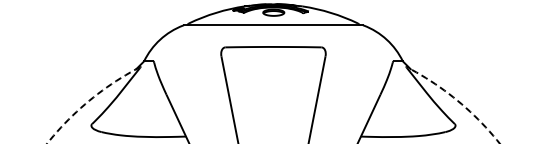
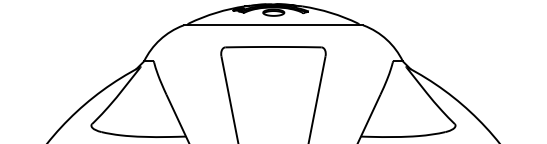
arc at (89, 100): dashed -> solid
arc at (456, 100): dashed -> solid
